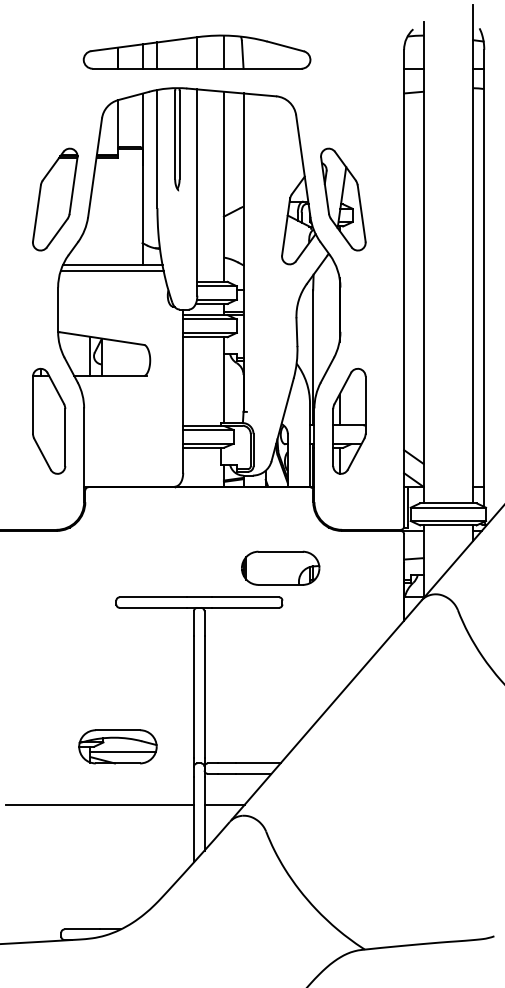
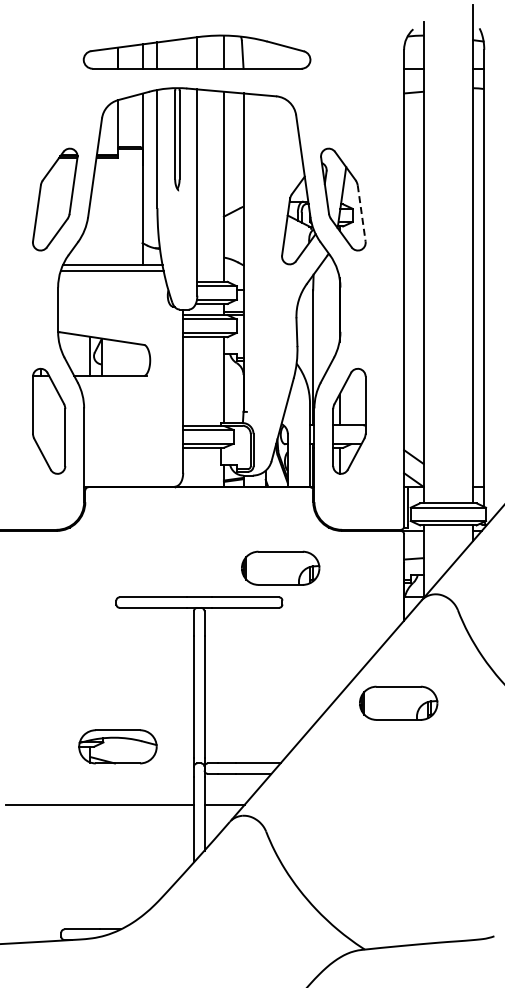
line at (361, 213): solid -> dashed
part at (398, 702): none -> present
line at (122, 752): present -> none
